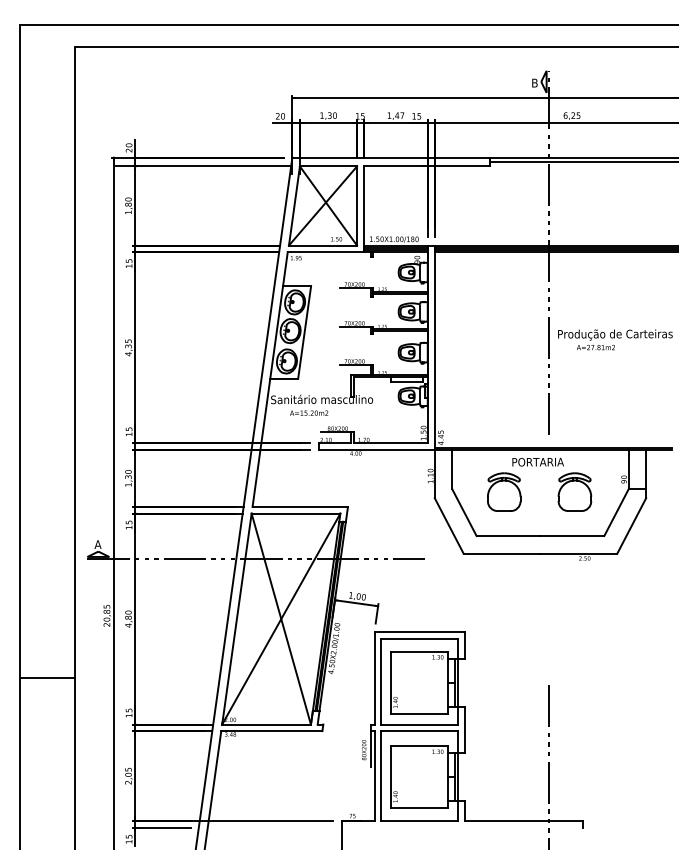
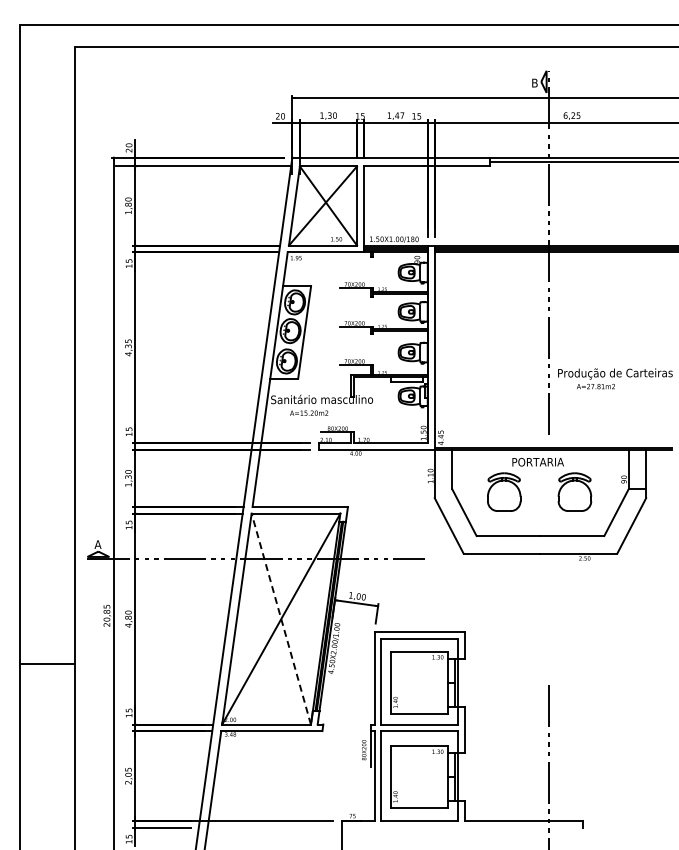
text at (615, 339) position: (615, 339) -> (615, 378)
line at (281, 619): solid -> dashed
line at (47, 678) position: (47, 678) -> (47, 664)
